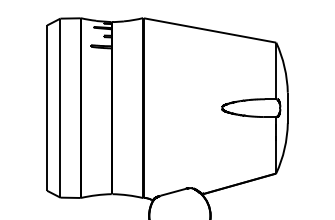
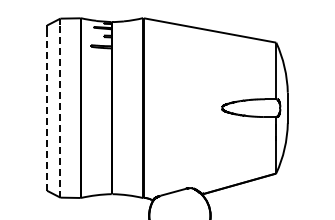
line at (60, 110): solid -> dashed
line at (47, 111): solid -> dashed
